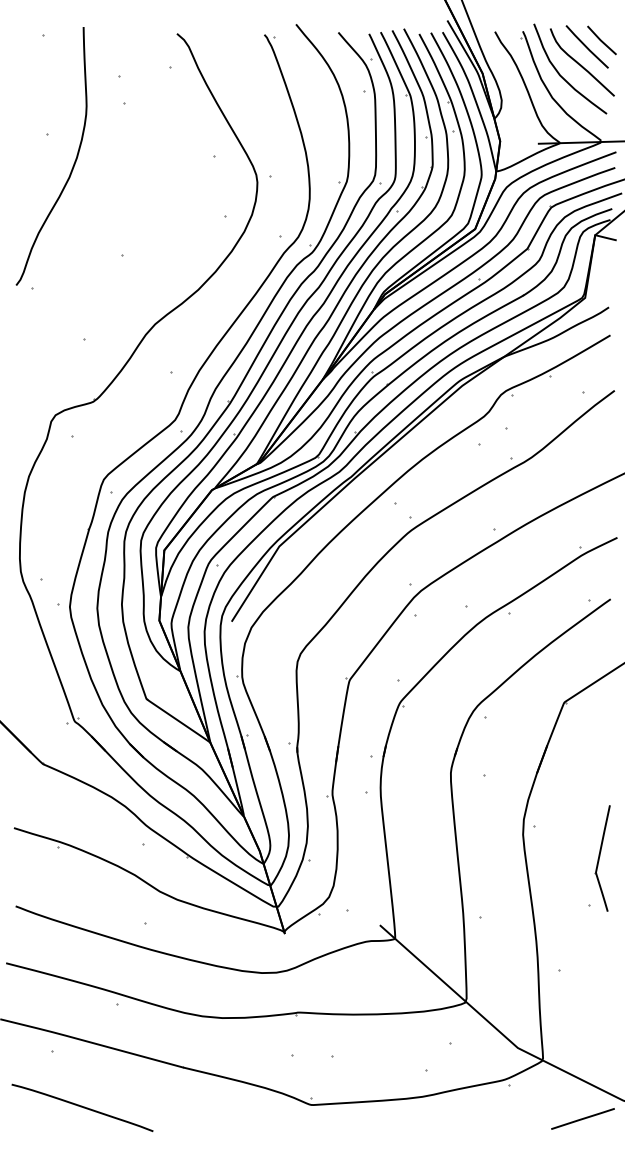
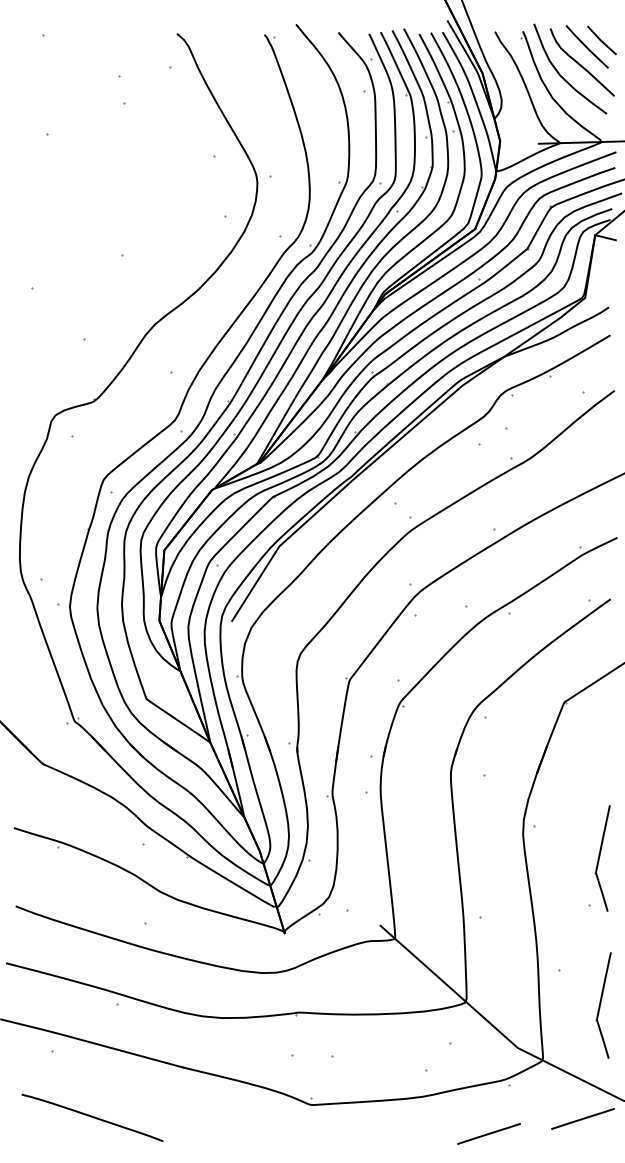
curve at (73, 163): present -> none
part at (603, 1005): none -> present
curve at (82, 1107) position: (82, 1107) -> (92, 1117)
line at (488, 1133): none -> present
